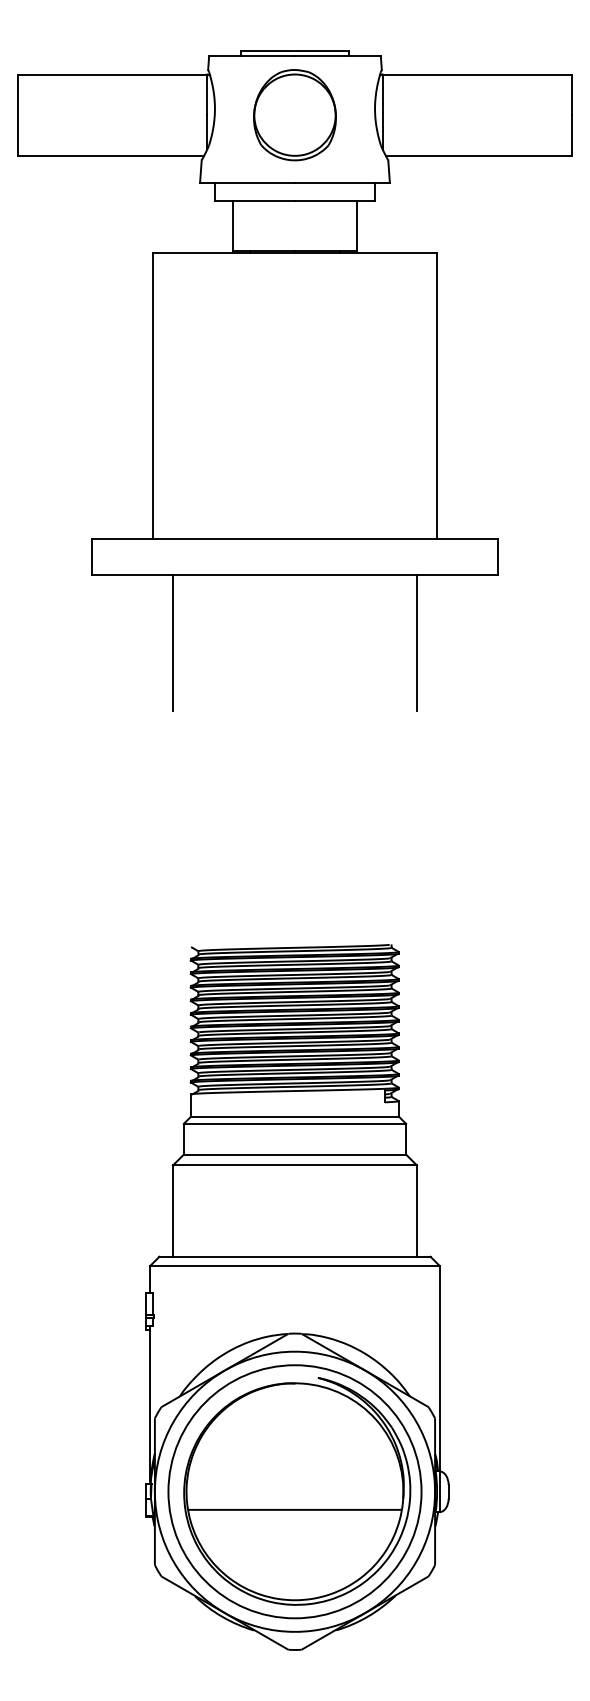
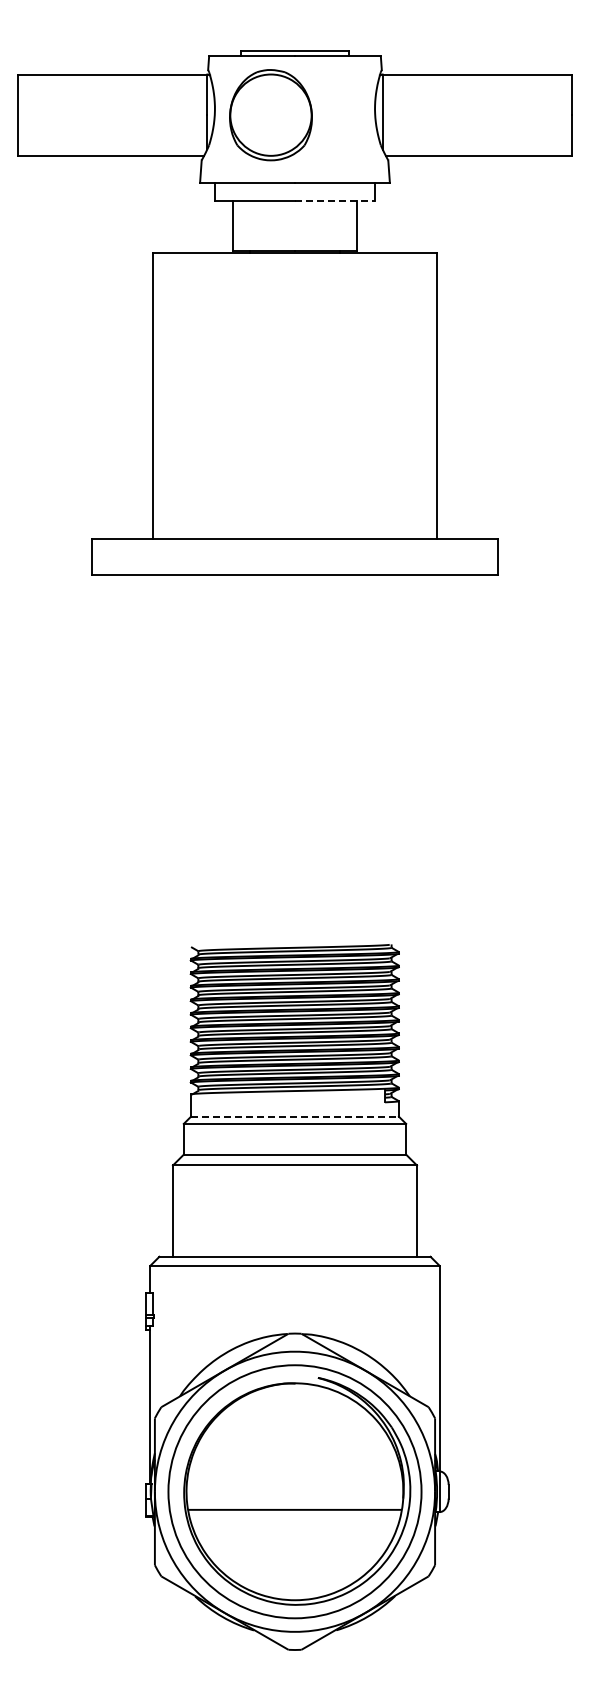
part at (294, 115) position: (294, 115) -> (270, 115)
line at (335, 201): solid -> dashed
line at (172, 642): present -> none
line at (417, 642): present -> none
line at (294, 1116): solid -> dashed
